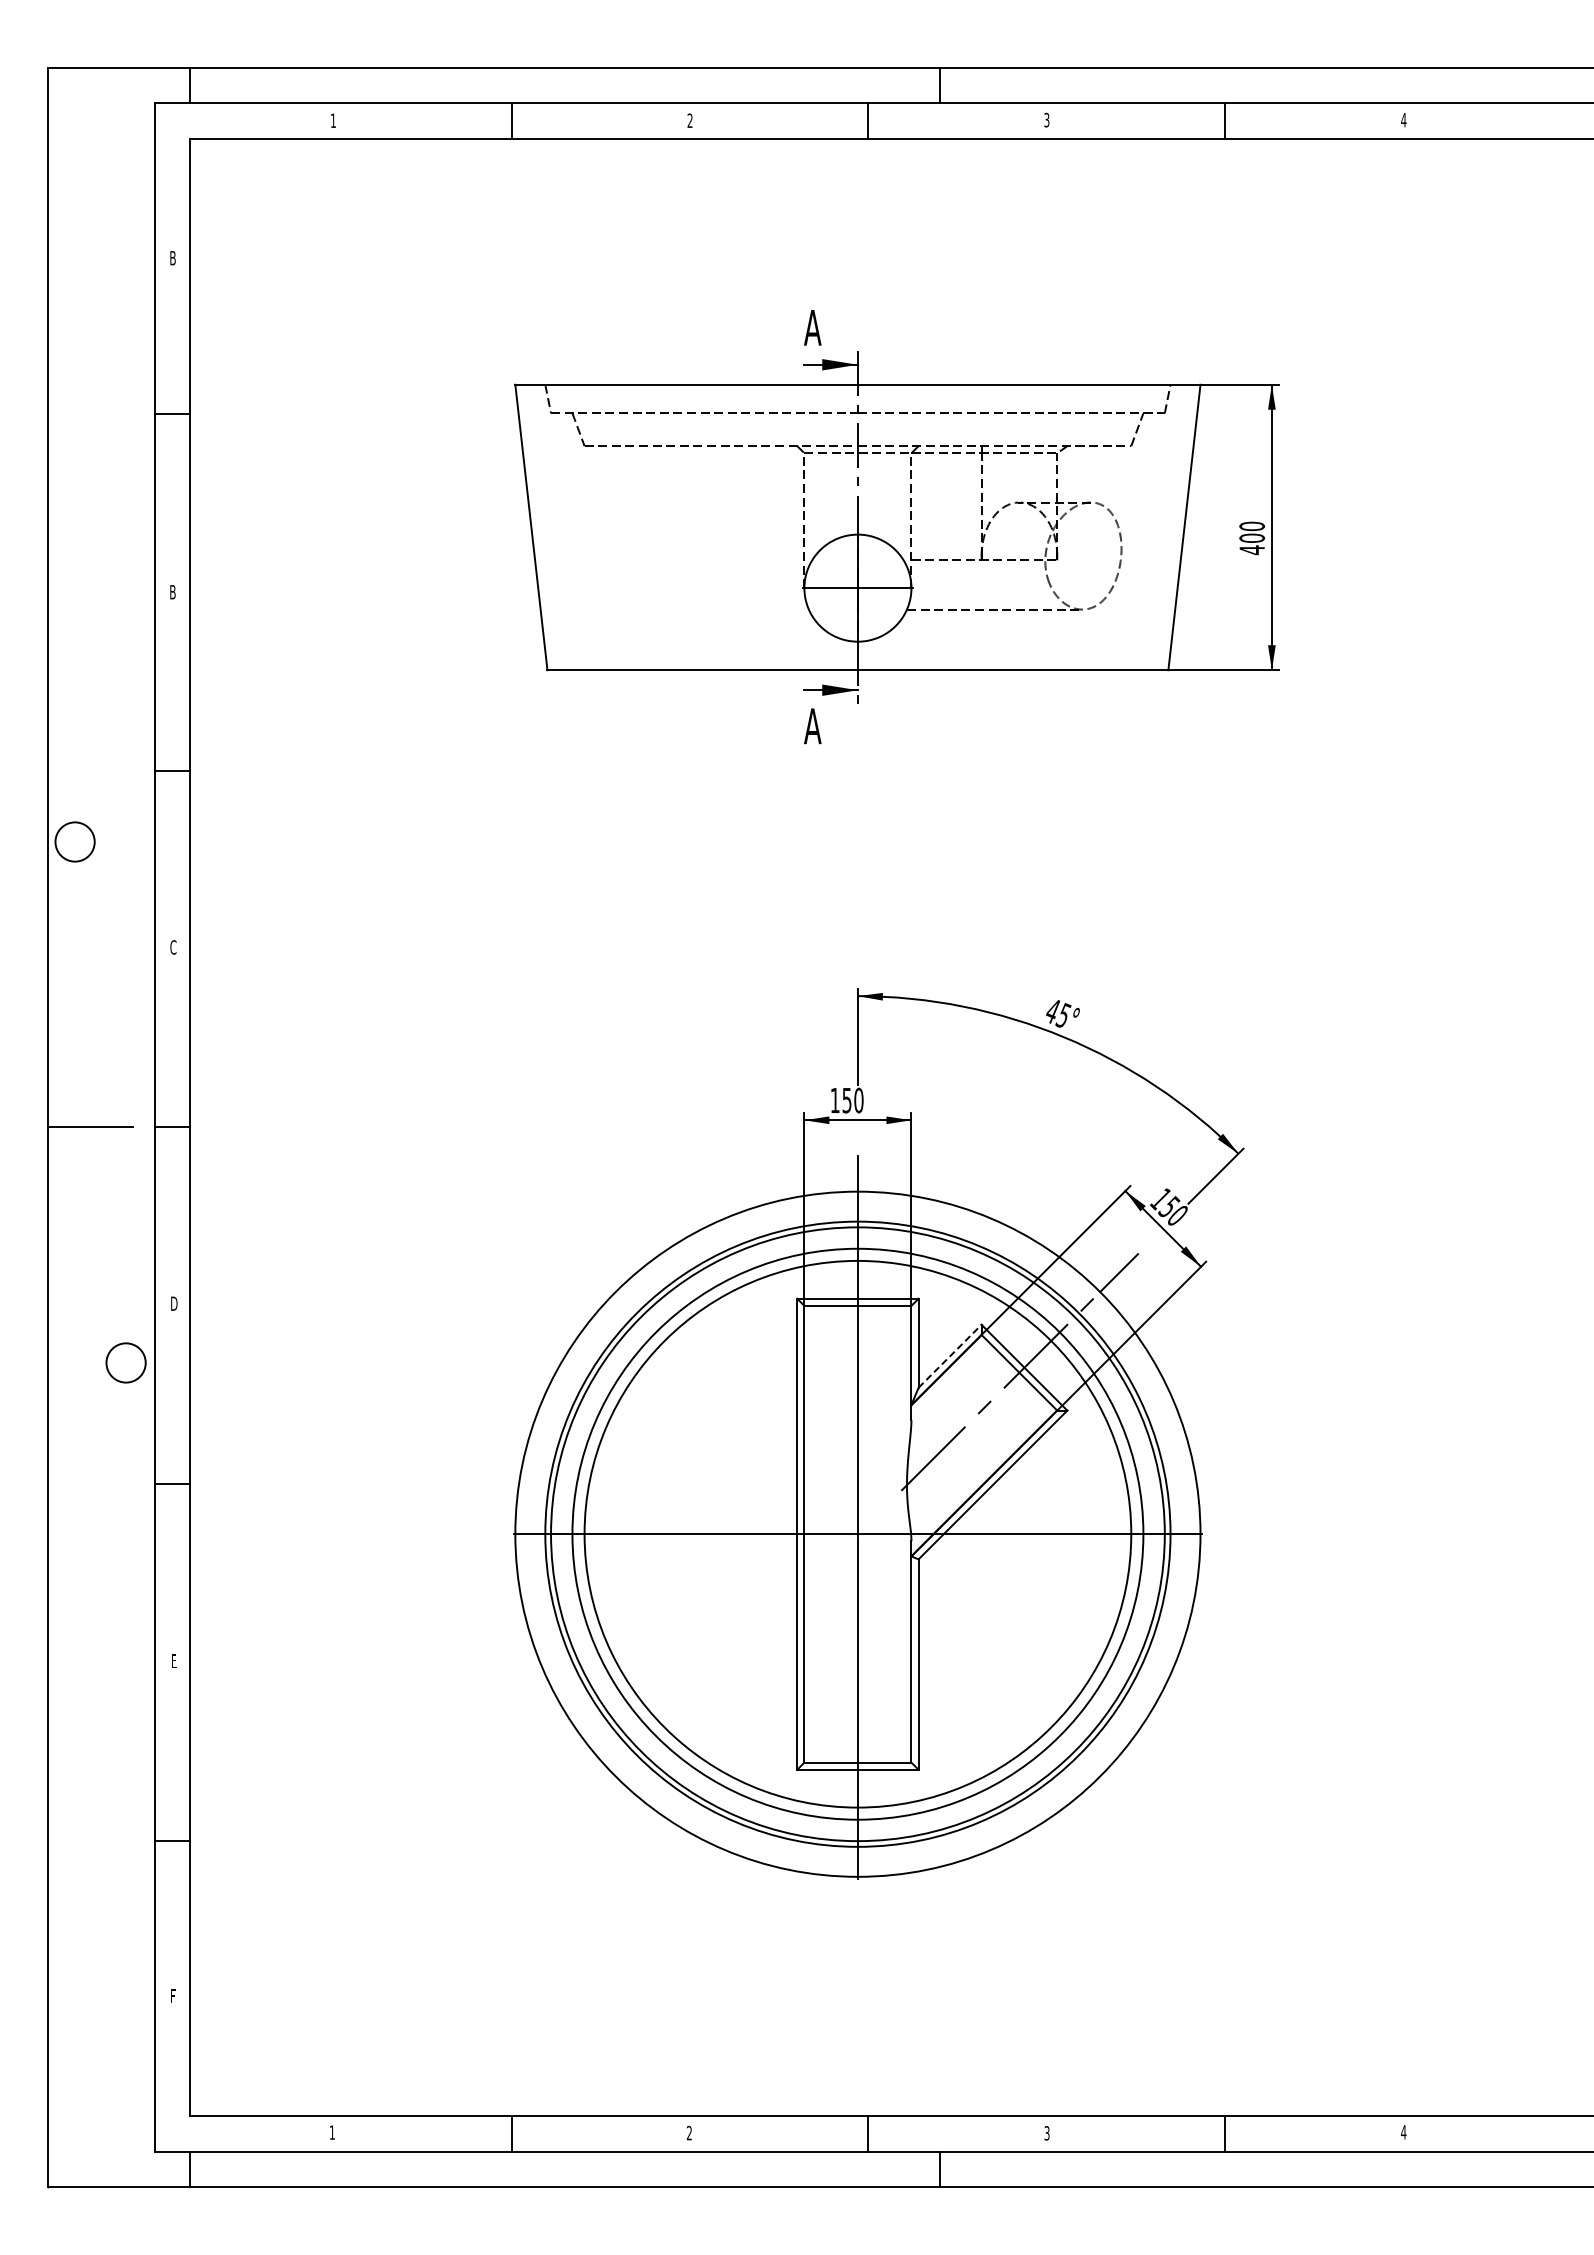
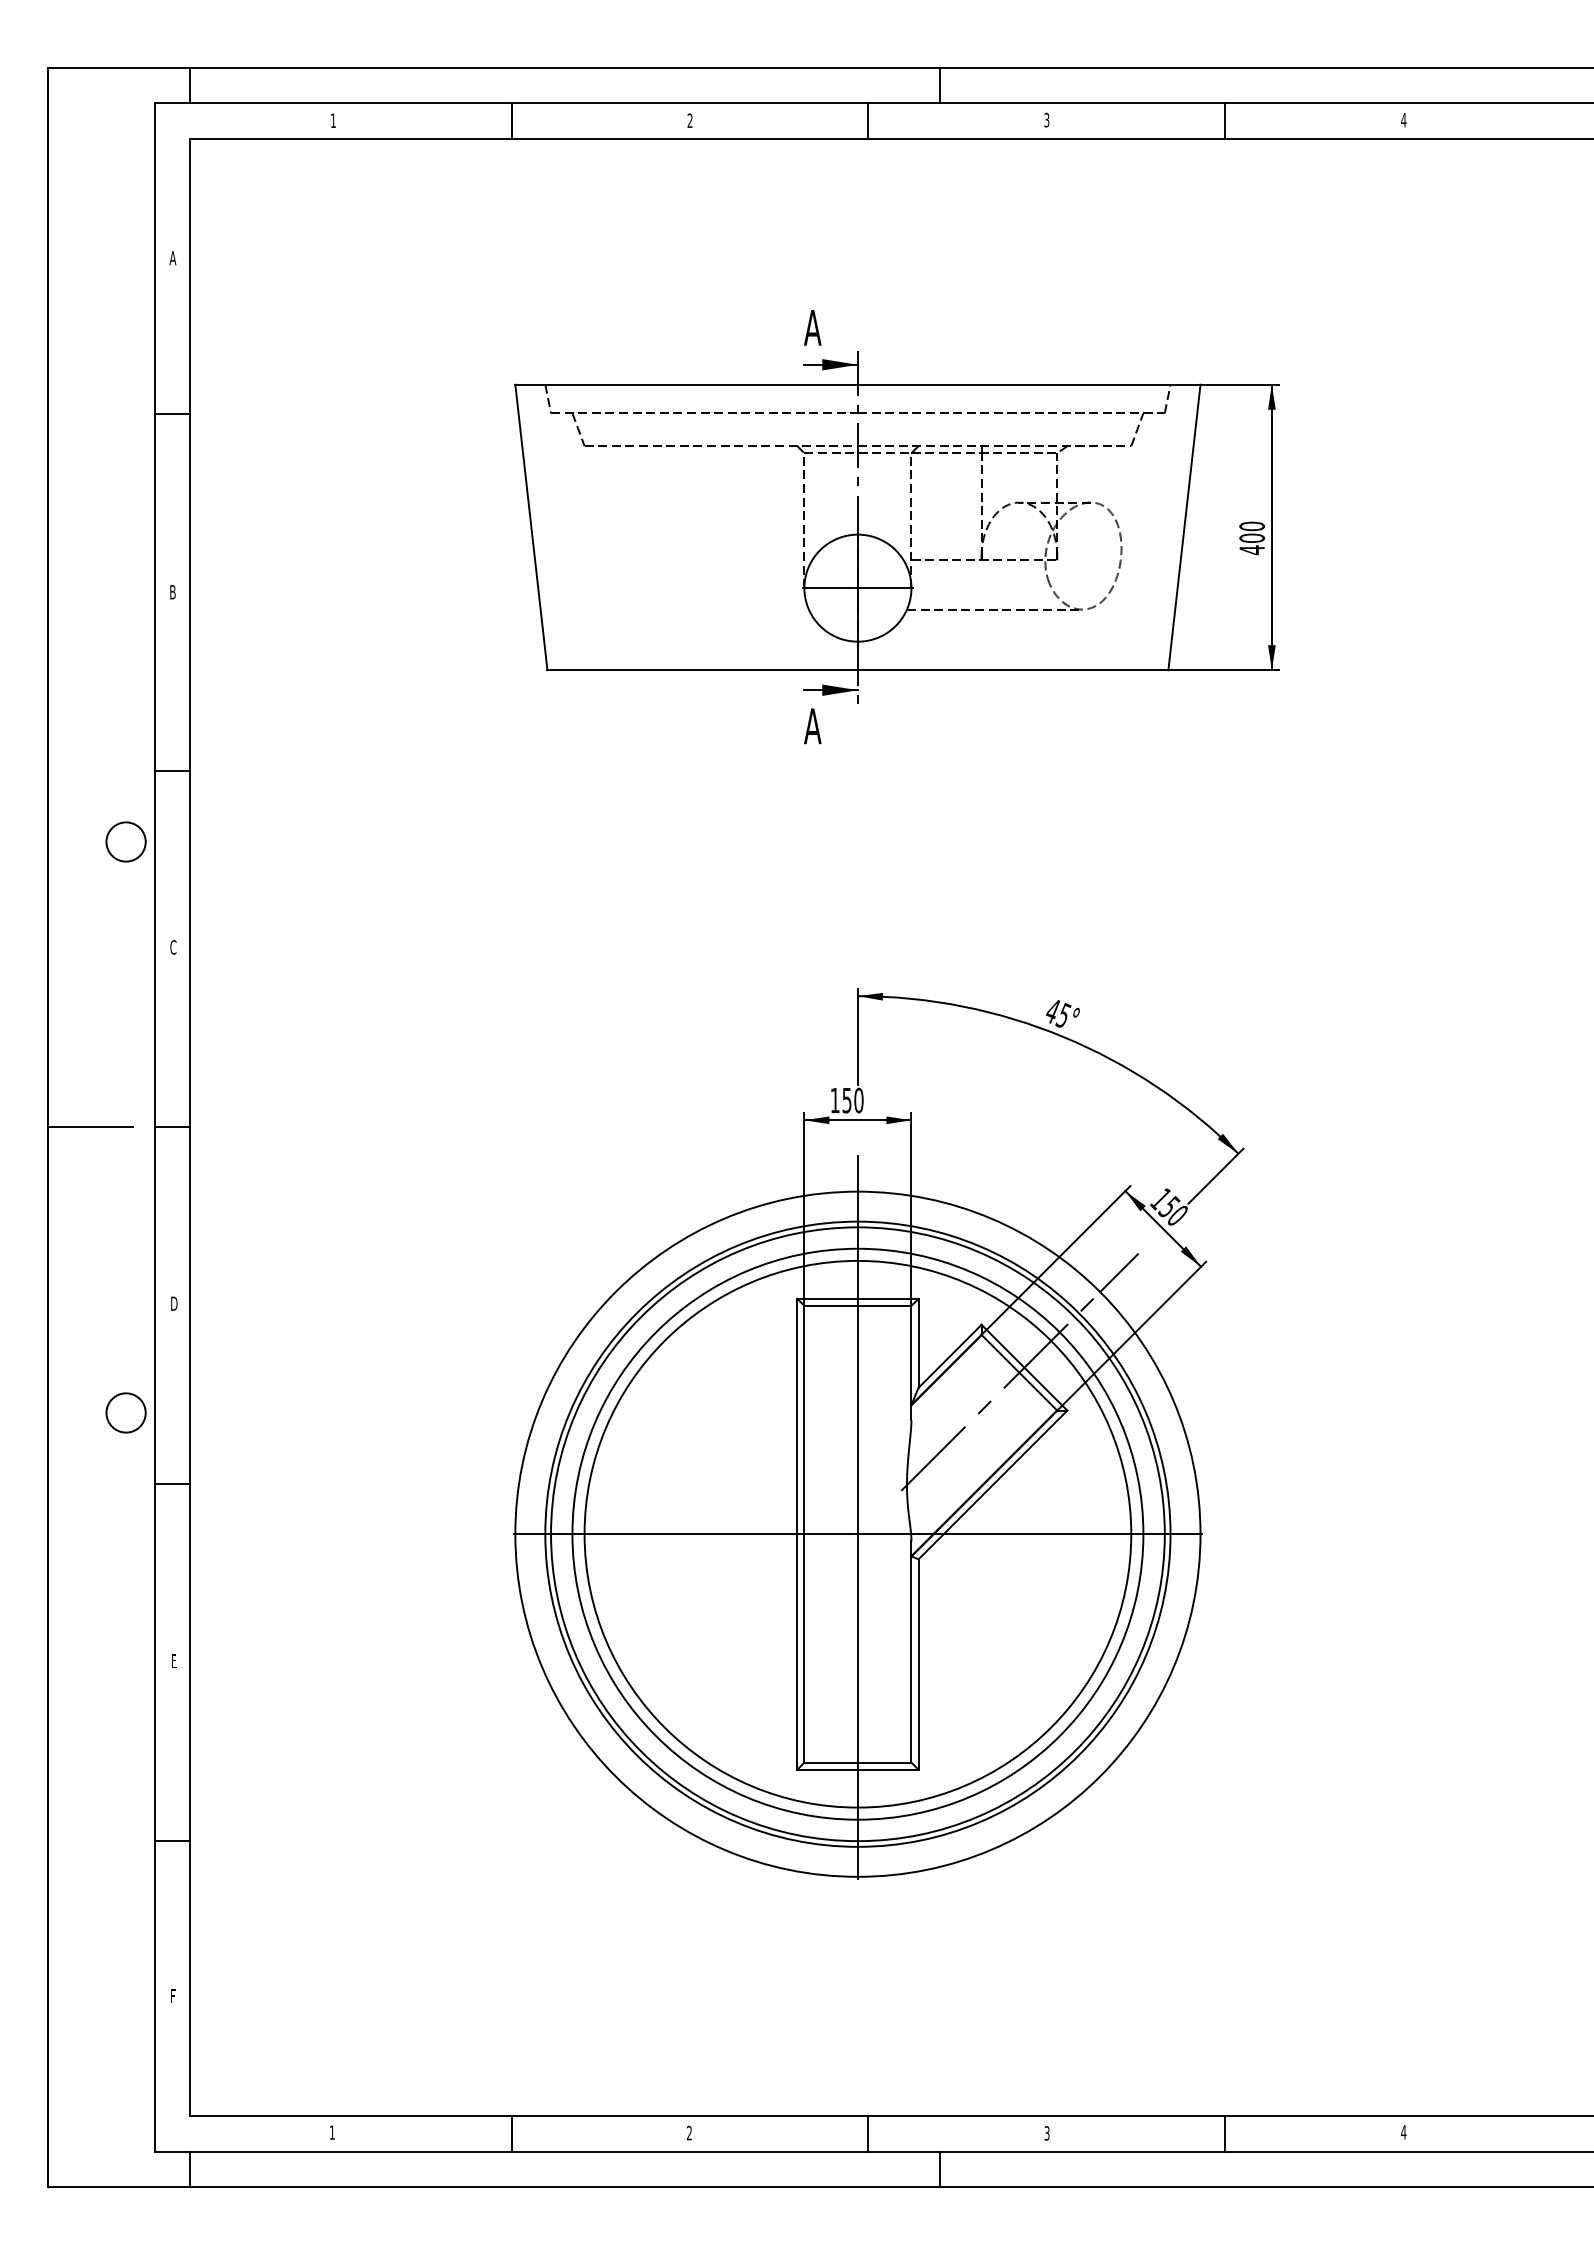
text at (172, 258): B -> A
circle at (74, 841) position: (74, 841) -> (125, 841)
line at (950, 1356): dashed -> solid
circle at (125, 1362) position: (125, 1362) -> (125, 1412)
